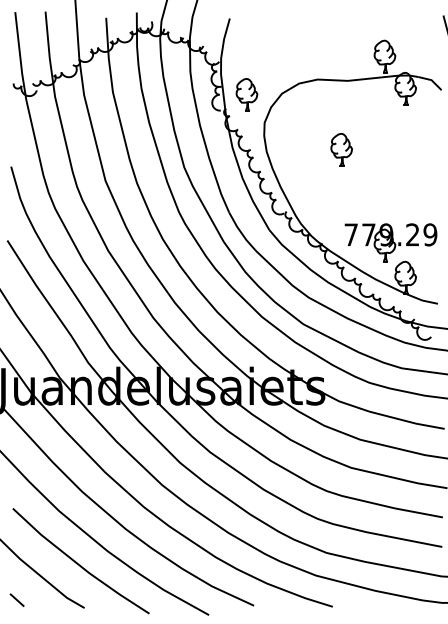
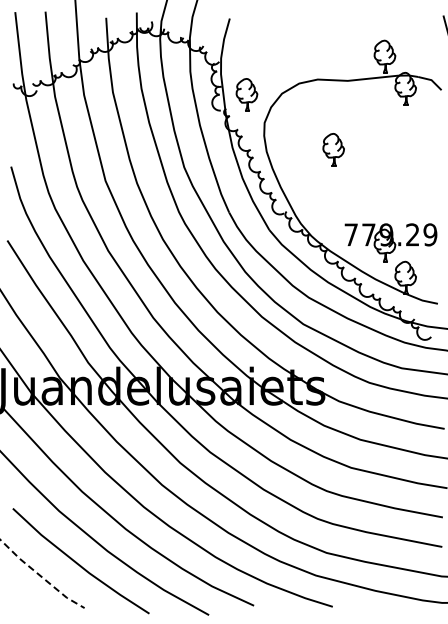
part at (341, 149) position: (341, 149) -> (333, 149)
line at (41, 576): solid -> dashed
line at (16, 599): present -> none
